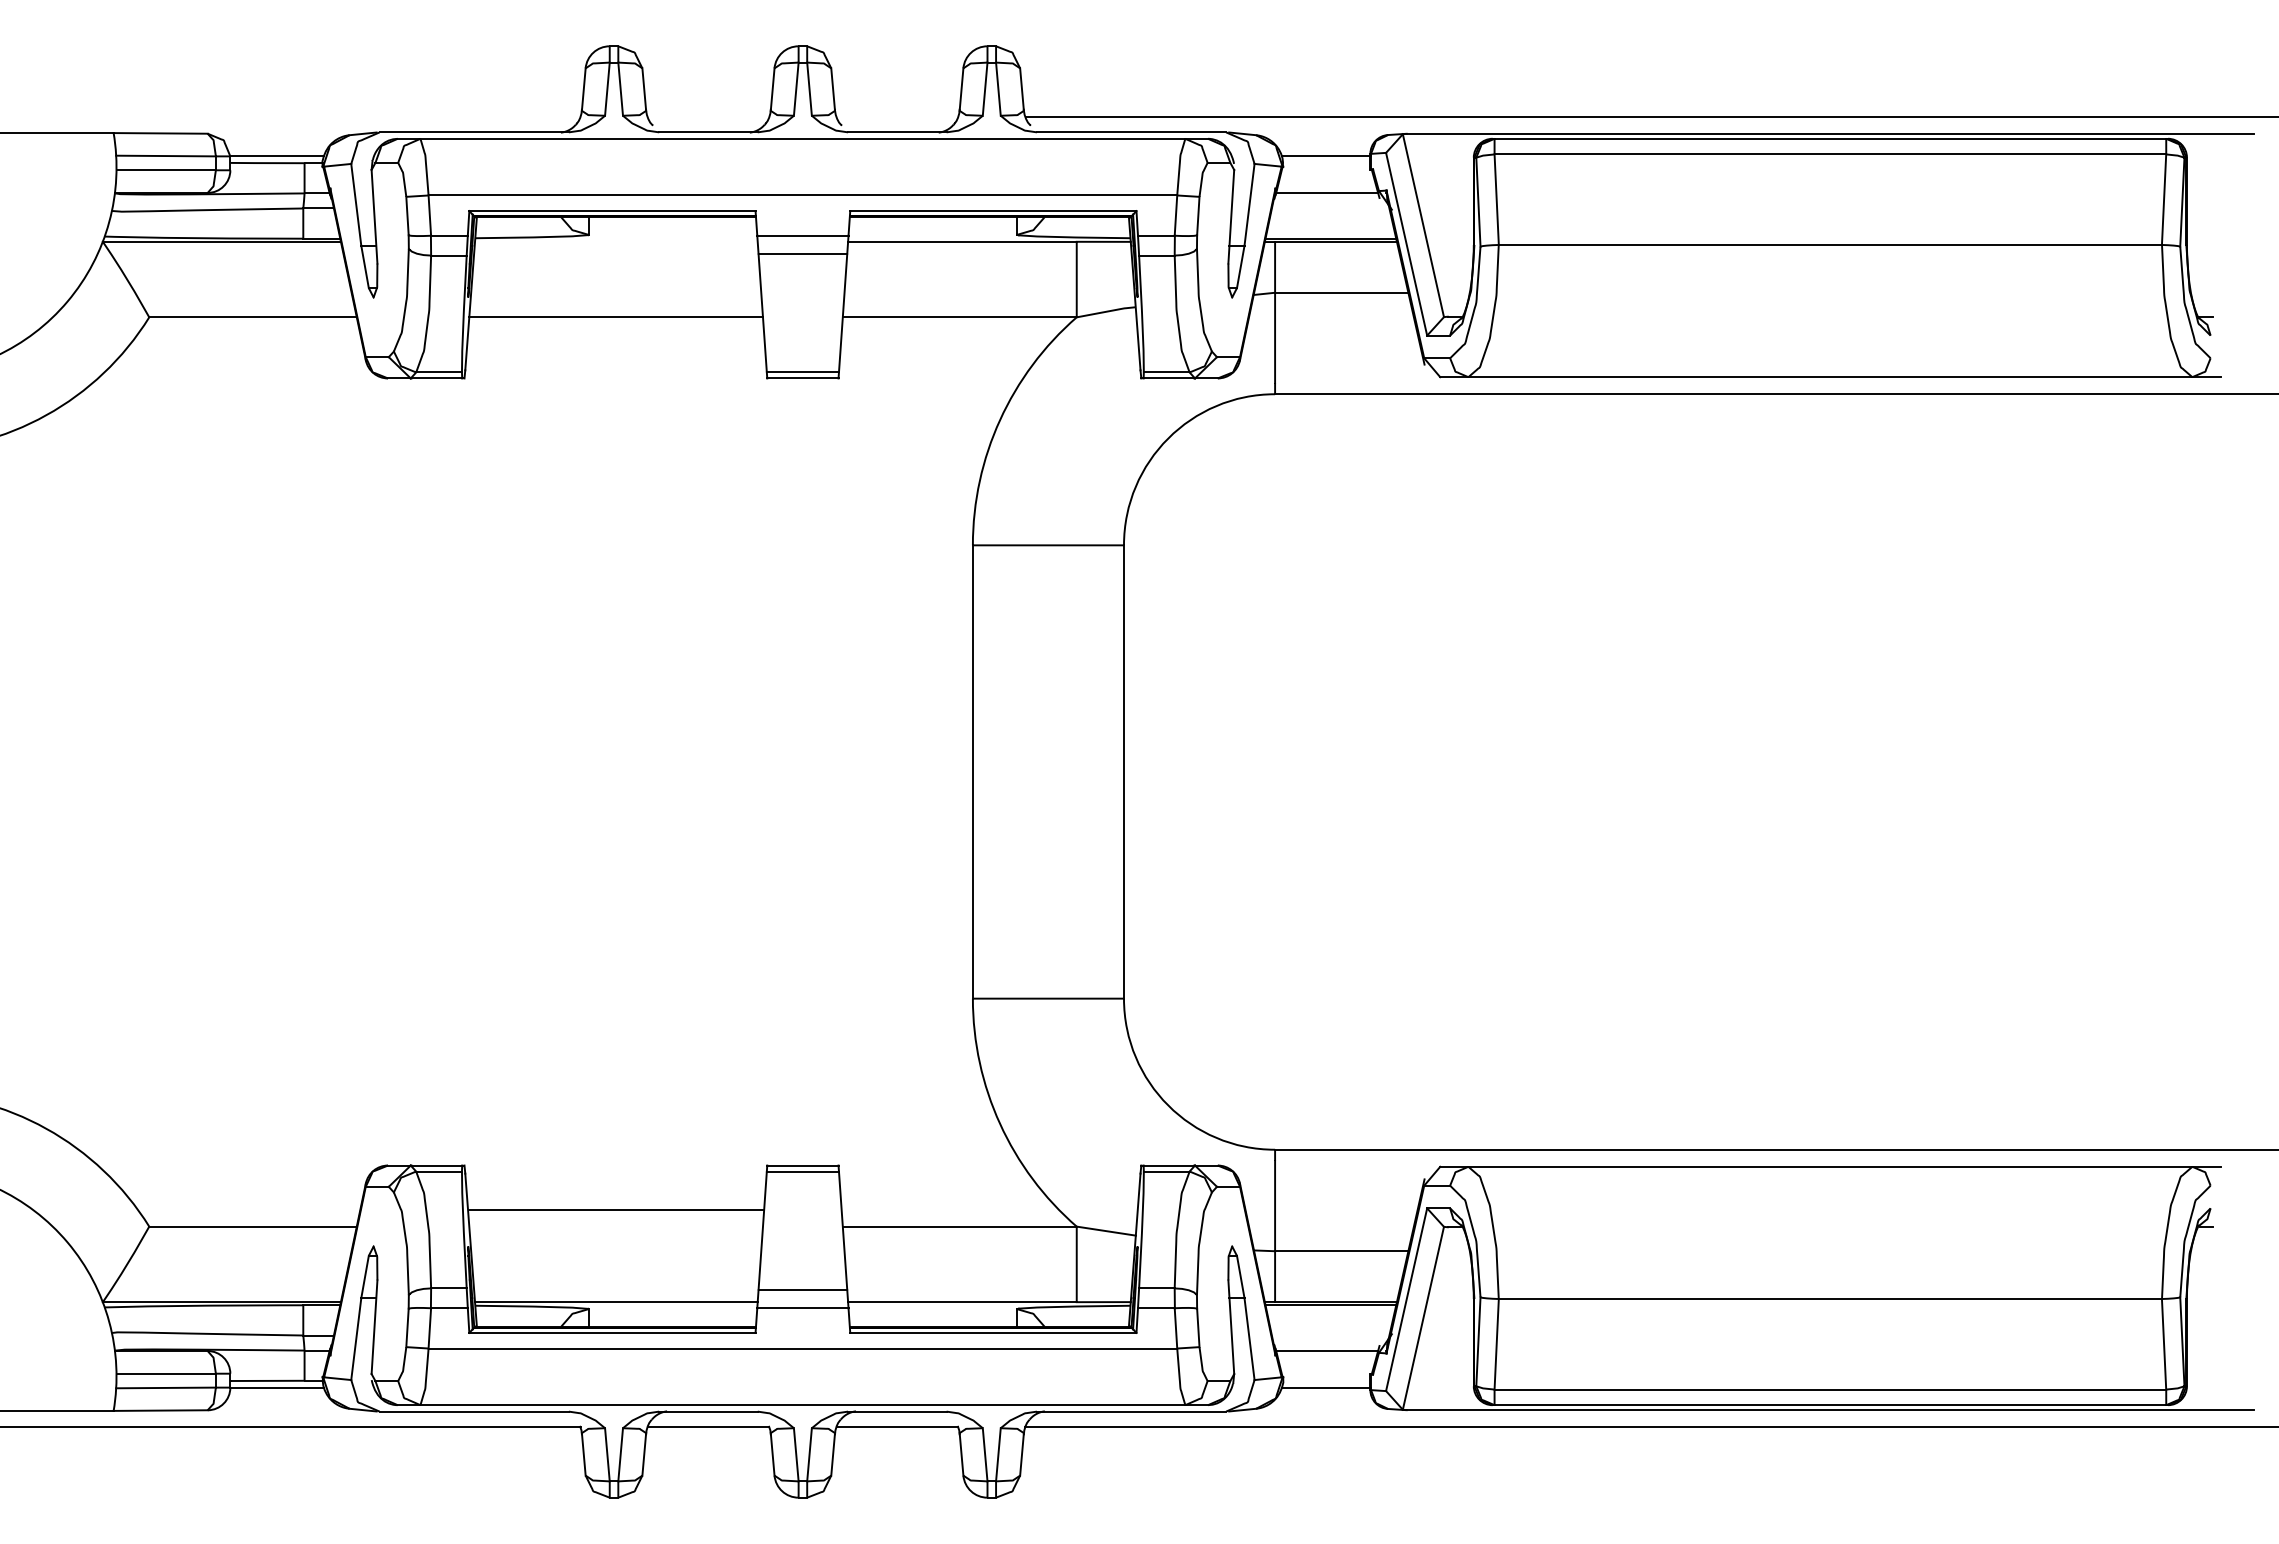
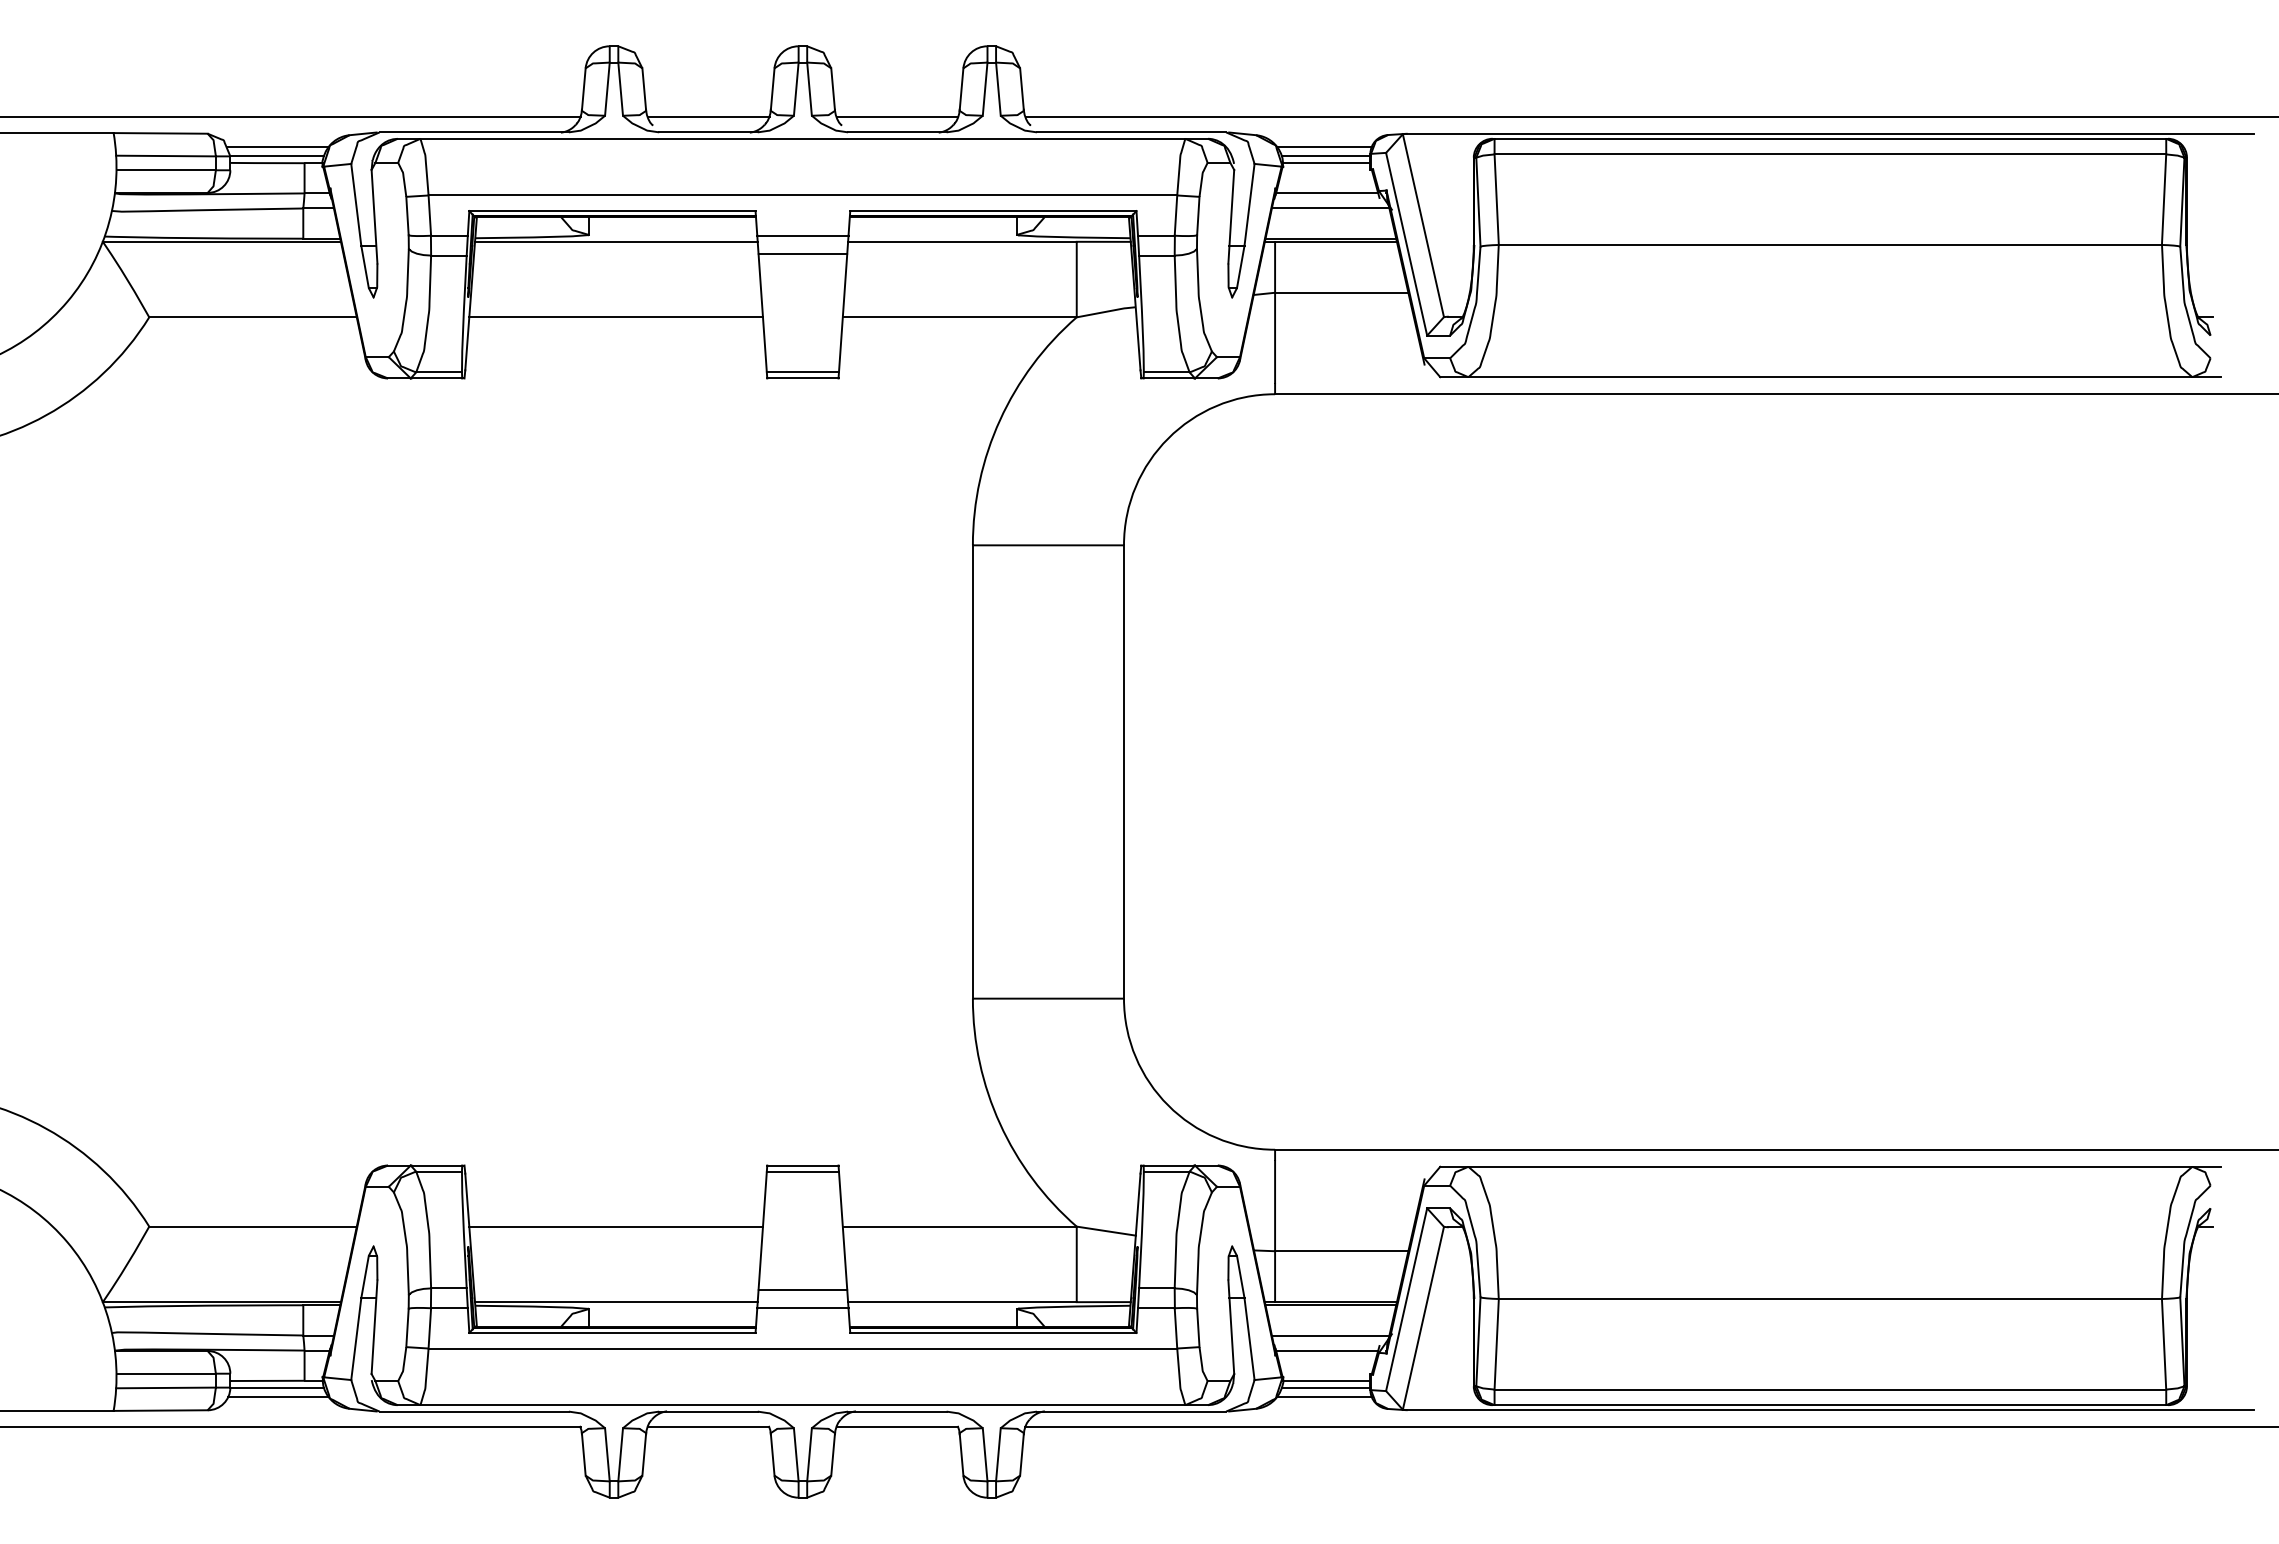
line at (291, 116): none -> present
line at (708, 116): none -> present
line at (897, 116): none -> present
line at (278, 146): none -> present
line at (1324, 146): none -> present
line at (1326, 163): none -> present
line at (1329, 208): none -> present
line at (616, 241): none -> present
line at (615, 1209) position: (615, 1209) -> (615, 1226)
line at (1329, 1335): none -> present
line at (1326, 1380): none -> present
line at (278, 1397): none -> present
line at (1324, 1397): none -> present
